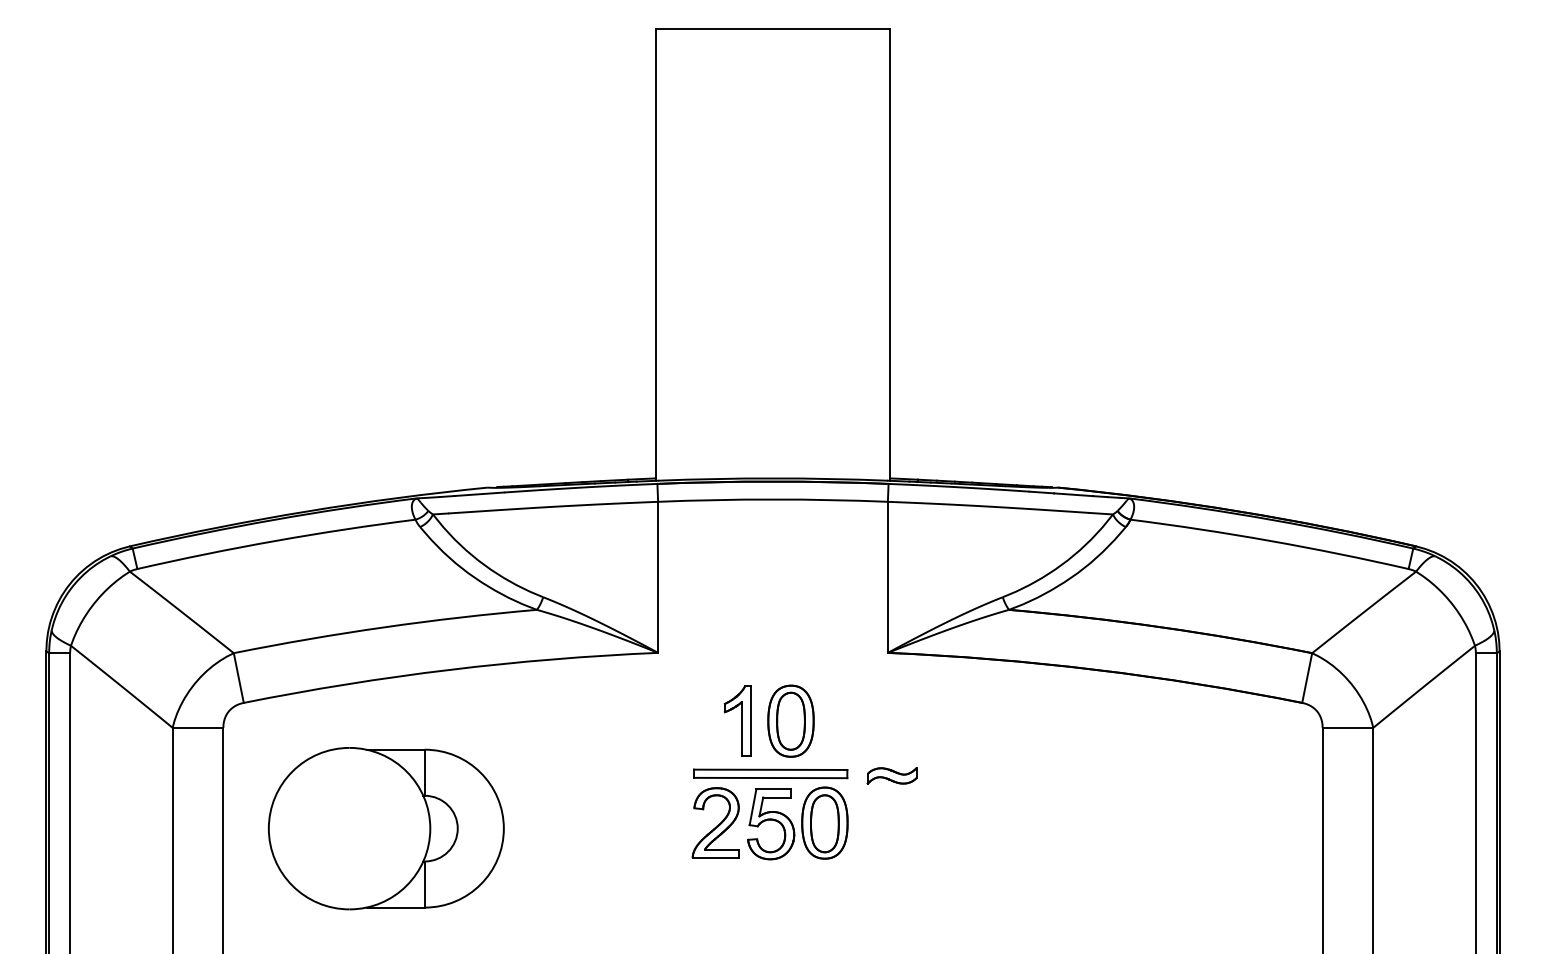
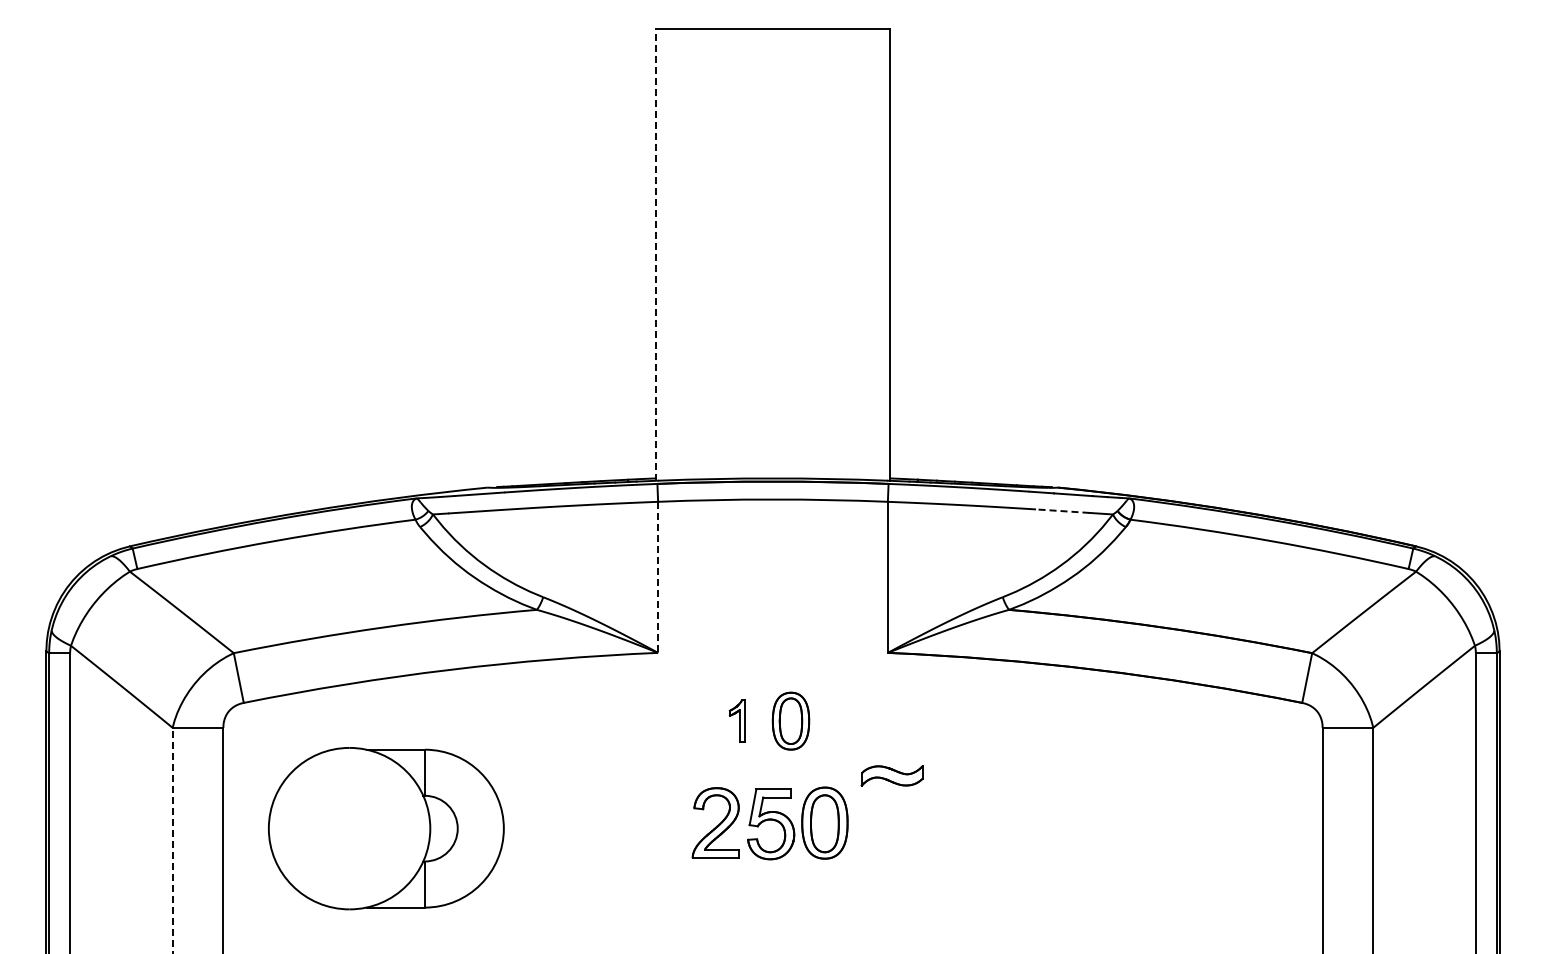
line at (656, 254): solid -> dashed
line at (1063, 511): solid -> dashed
line at (658, 577): solid -> dashed
part at (737, 720) size: 29x72 px -> 18x44 px
part at (790, 720) size: 48x74 px -> 40x60 px
part at (770, 773): present -> none
part at (891, 775) size: 52x18 px -> 64x22 px
line at (172, 840): solid -> dashed
